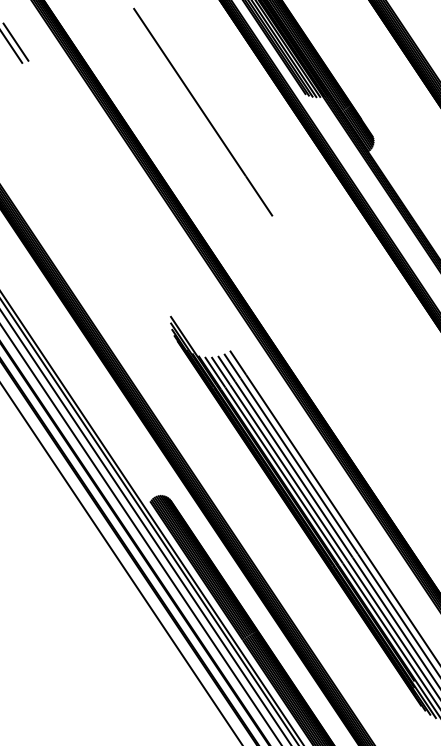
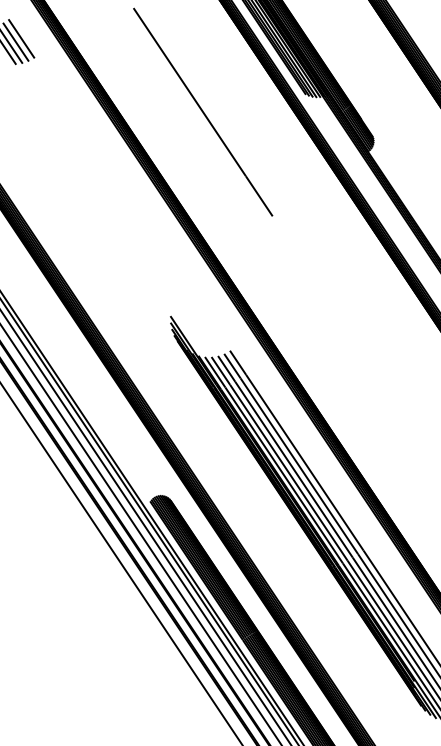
line at (21, 38): none -> present
line at (9, 53): none -> present
